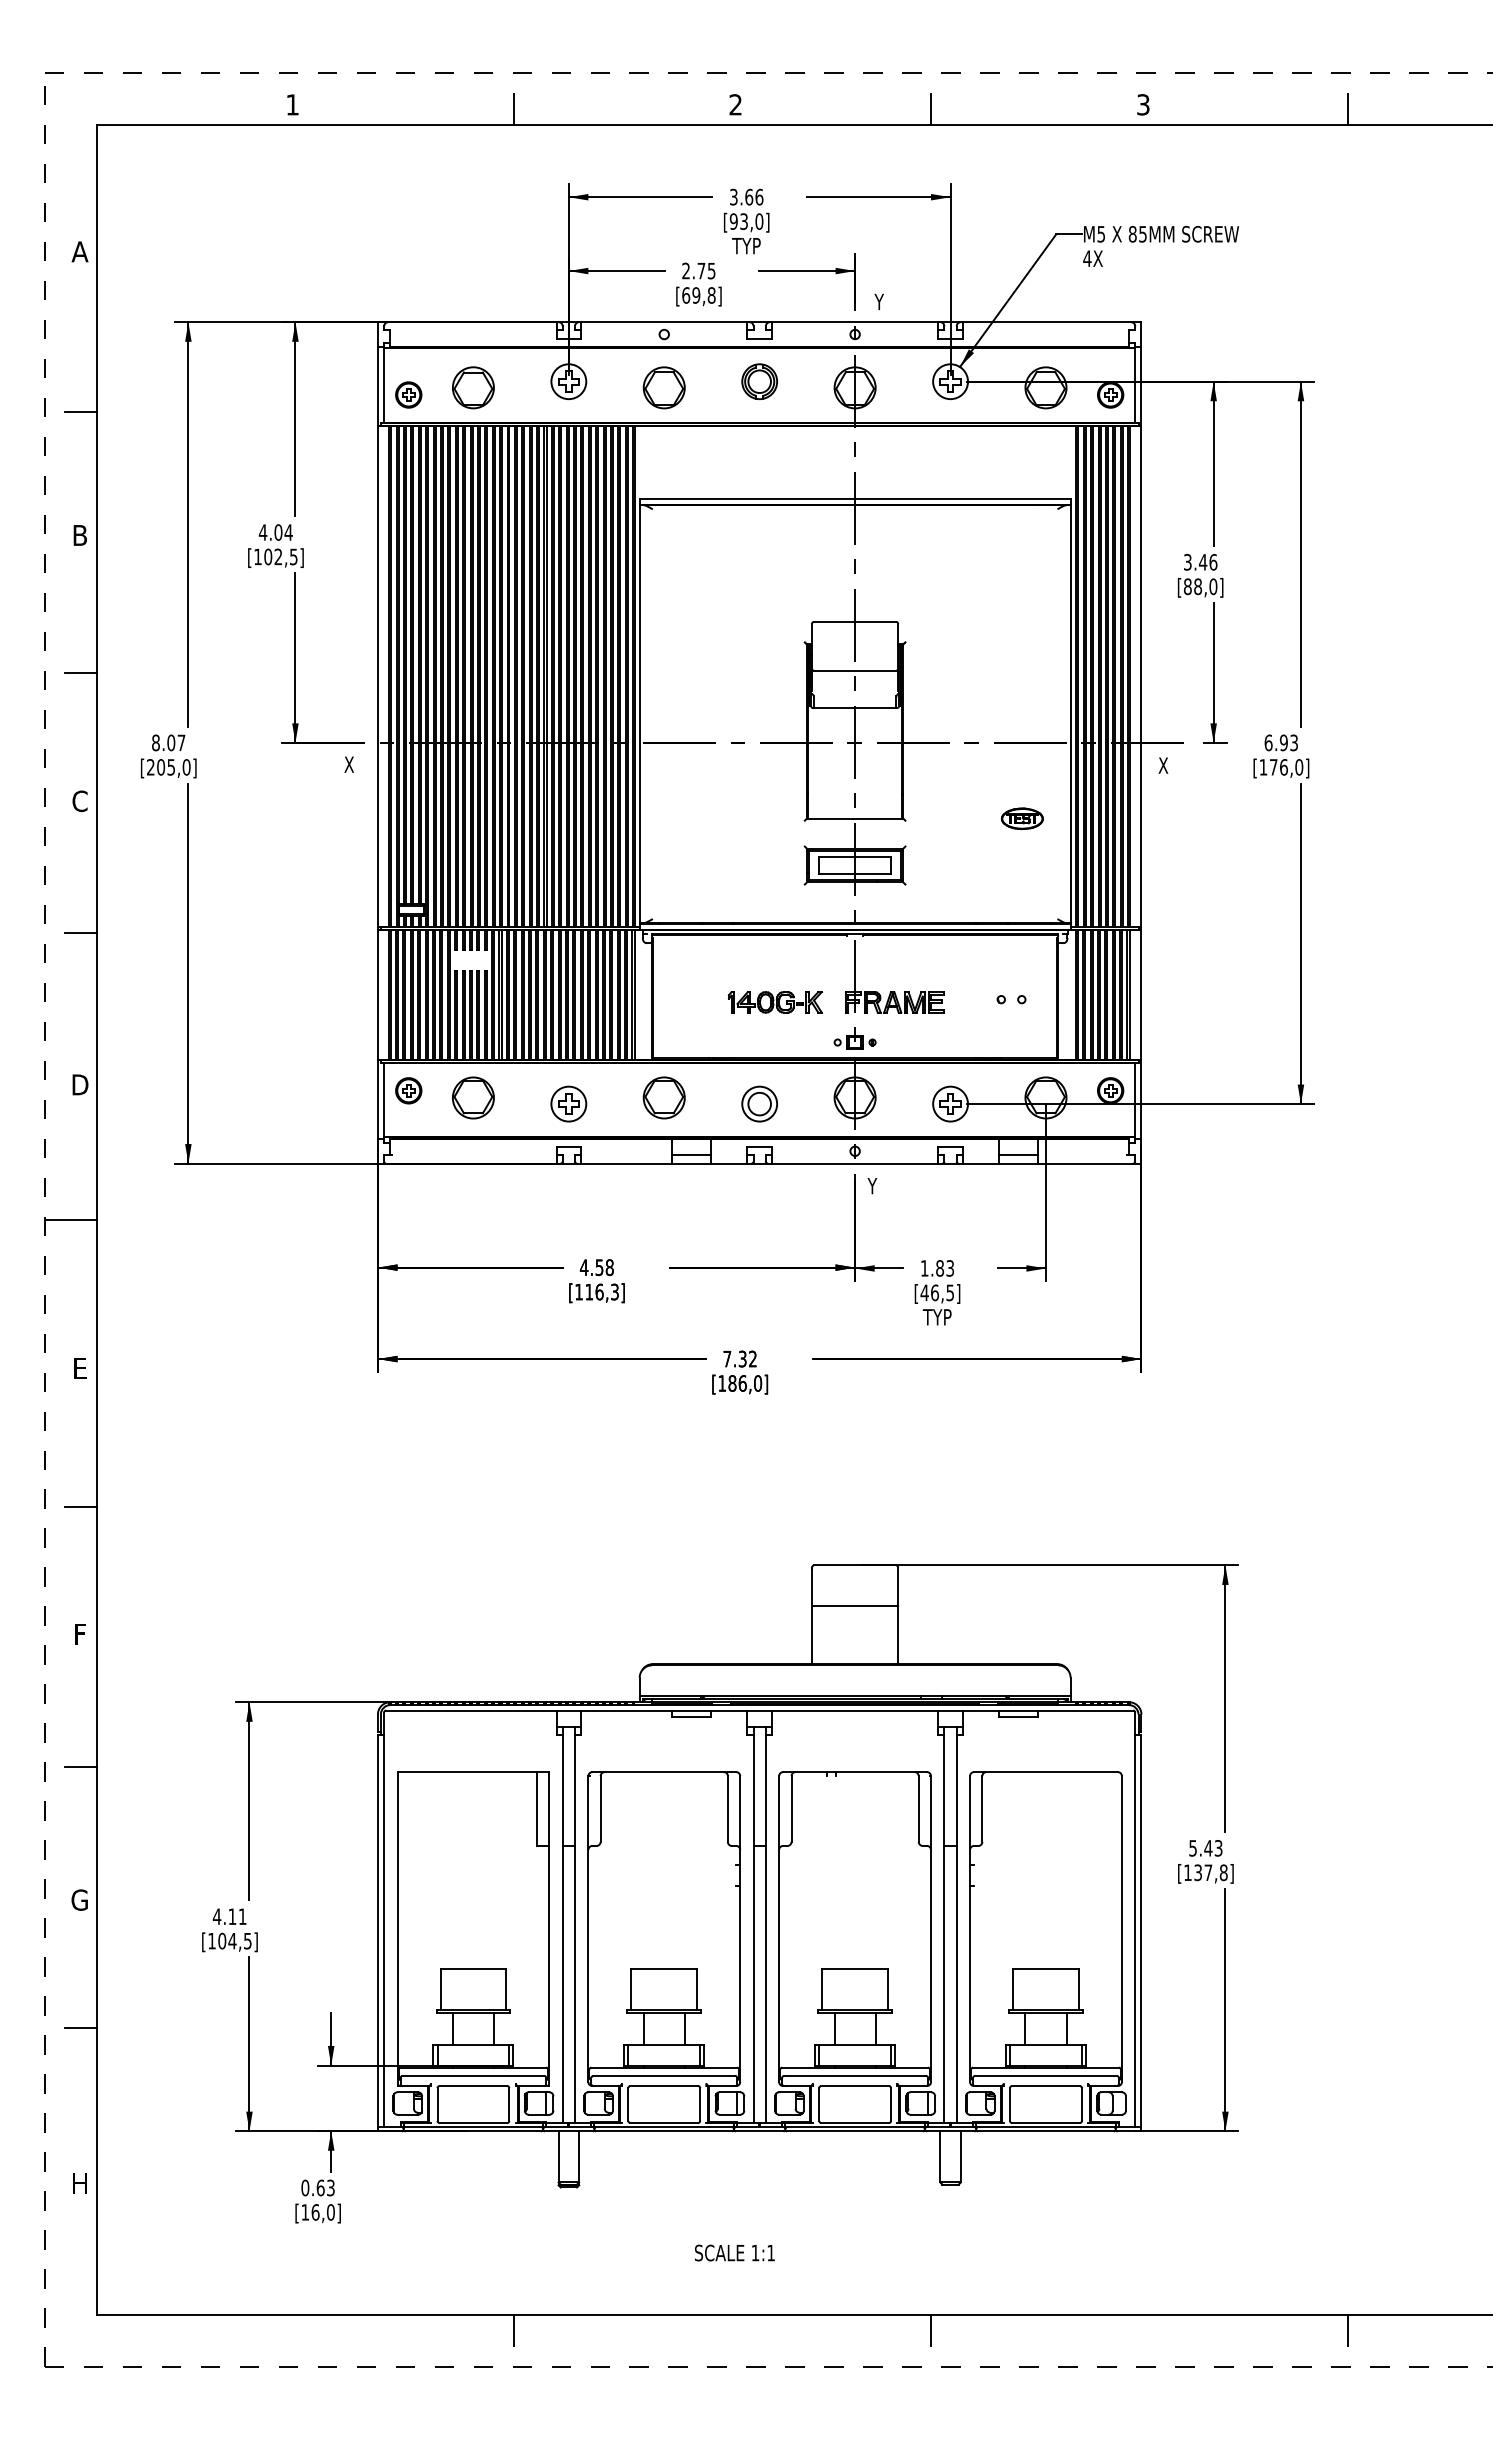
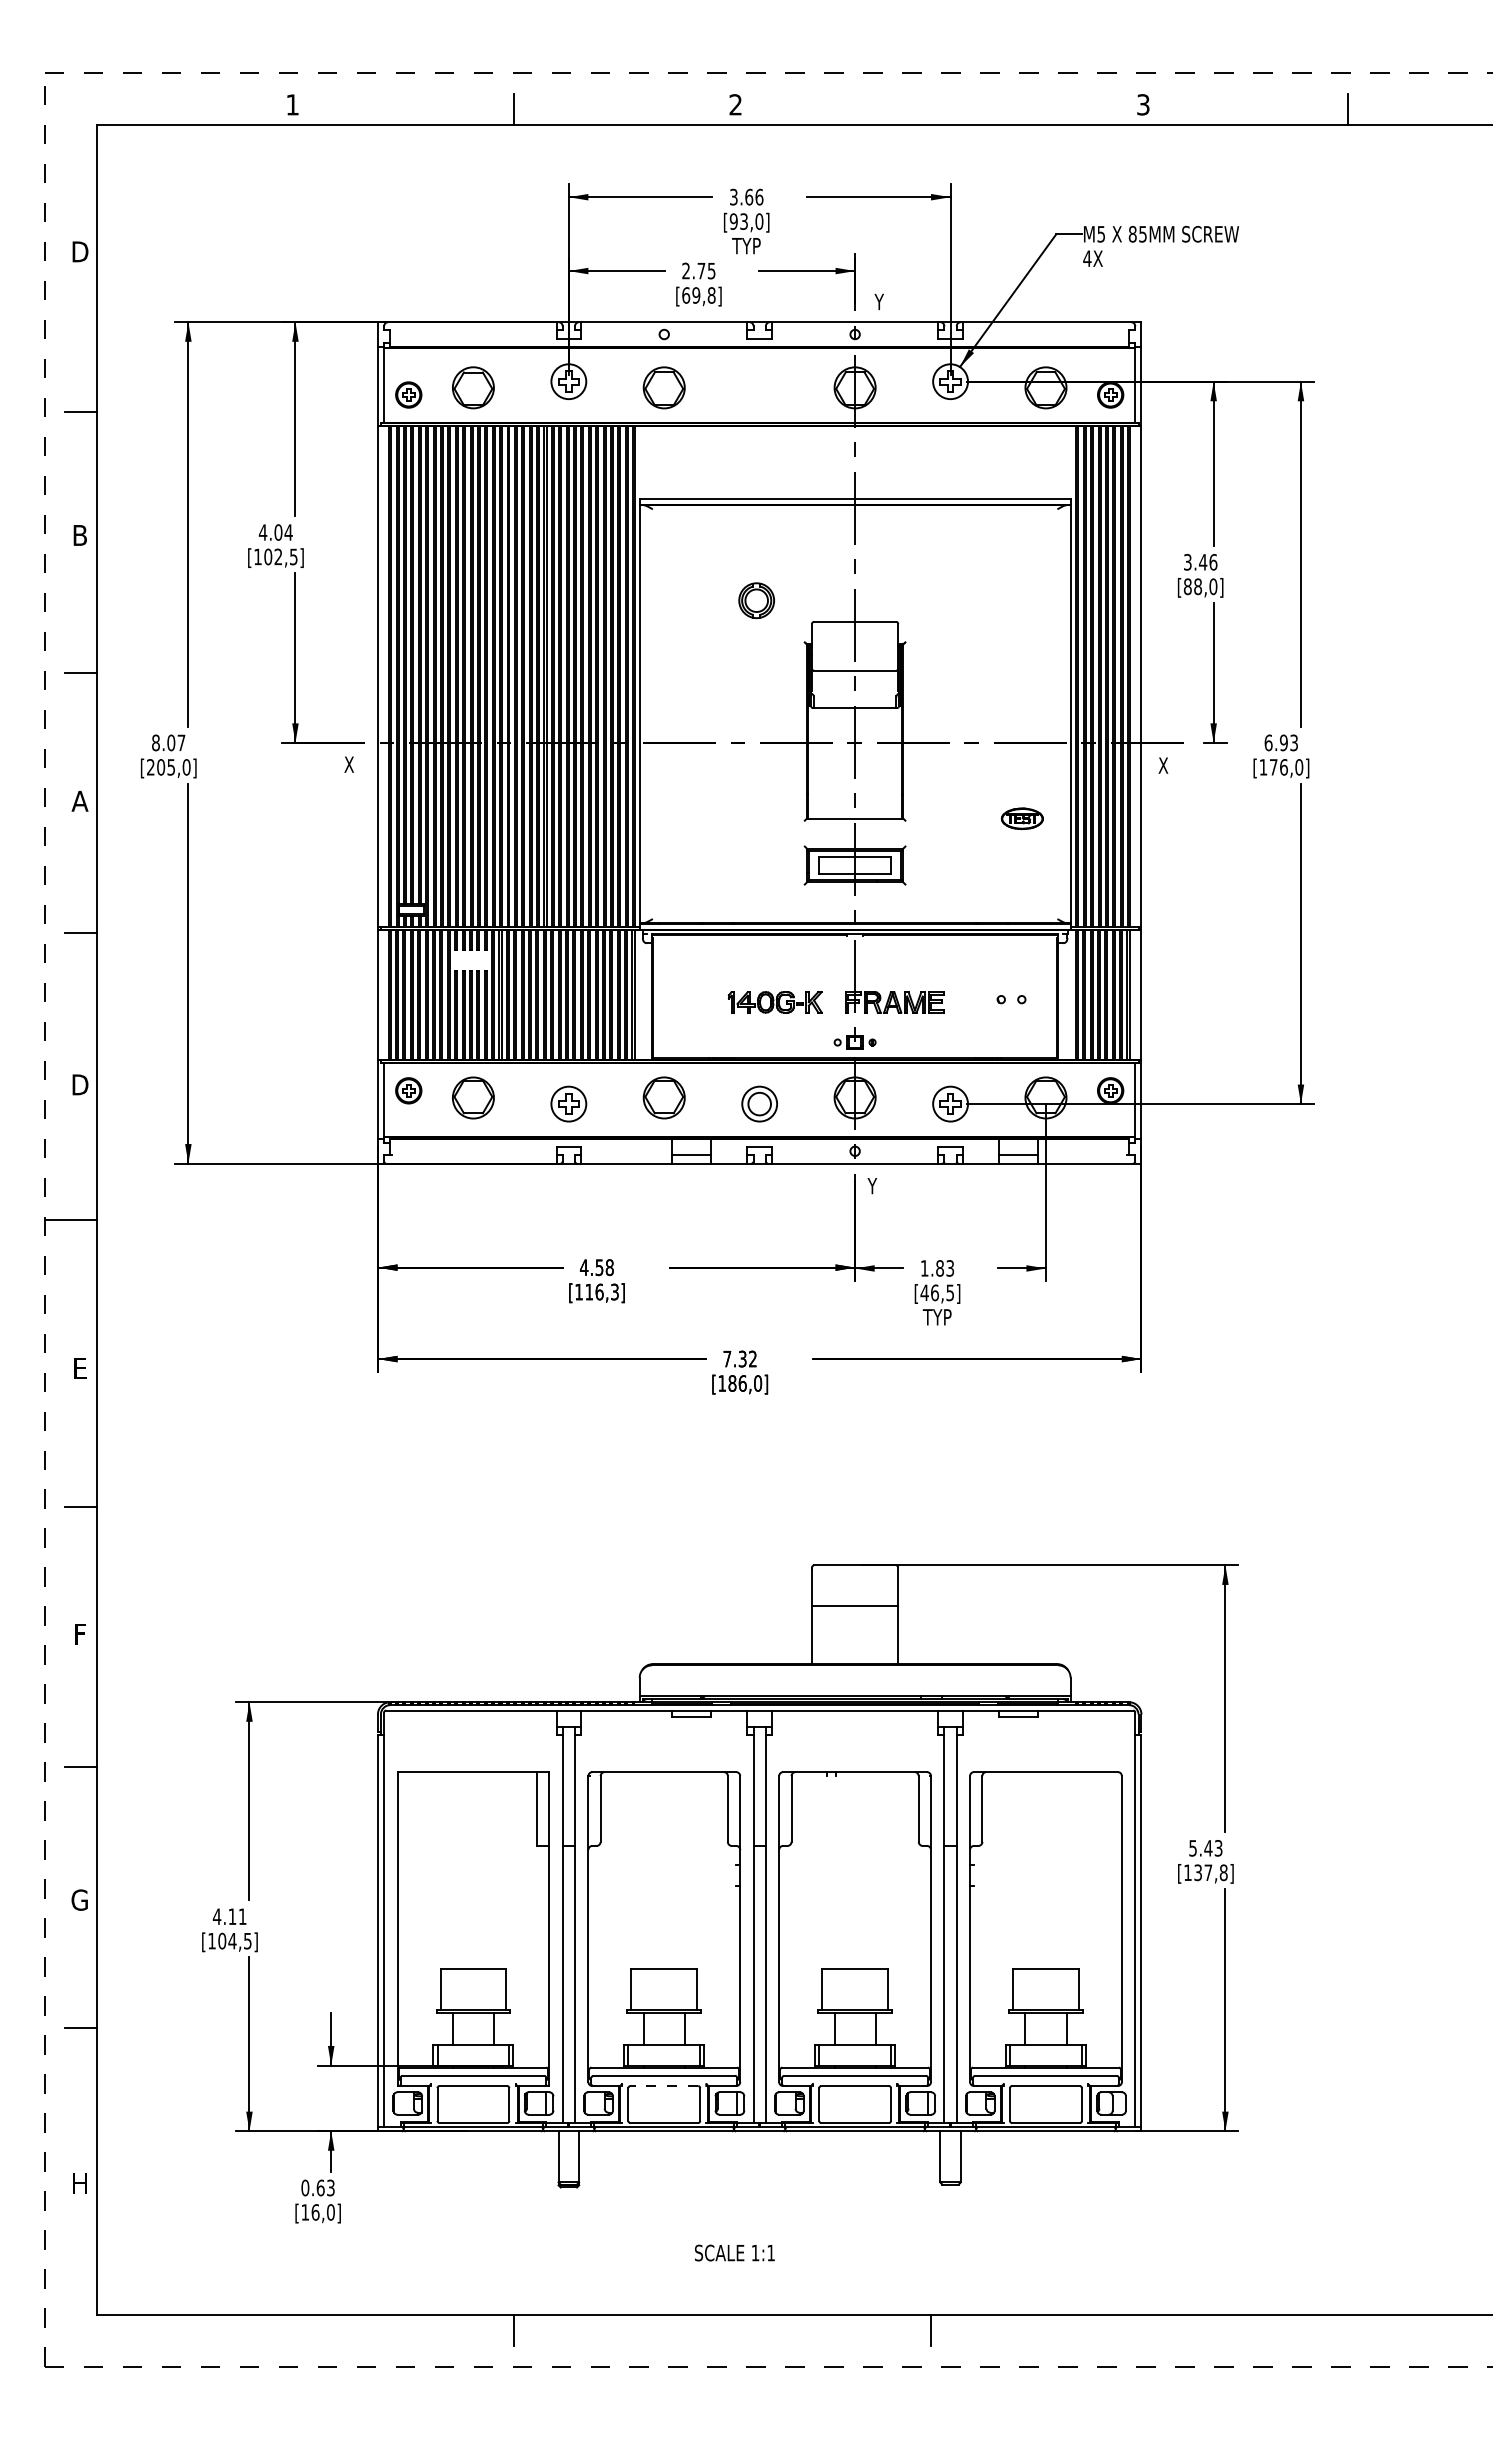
line at (930, 109): present -> none
text at (79, 251): A -> D
part at (759, 381) position: (759, 381) -> (756, 600)
text at (79, 801): C -> A
line at (664, 2086): solid -> dashed
line at (1347, 2329): present -> none
